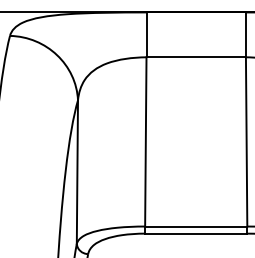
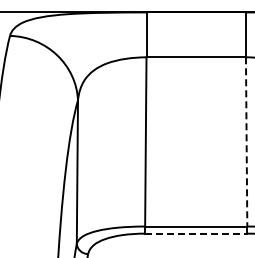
line at (246, 141): solid -> dashed
line at (196, 233): solid -> dashed
